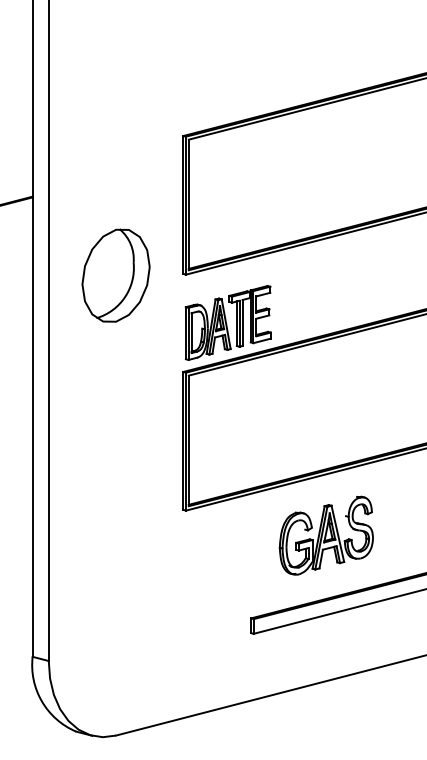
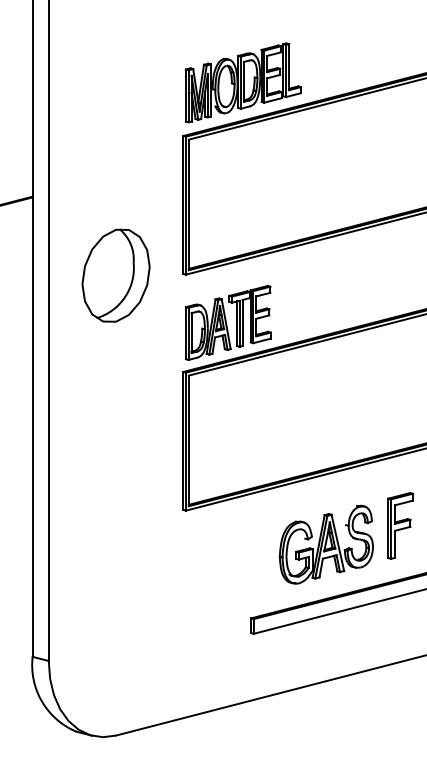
part at (242, 82): none -> present
part at (400, 525): none -> present
part at (325, 535) position: (325, 535) -> (325, 544)
